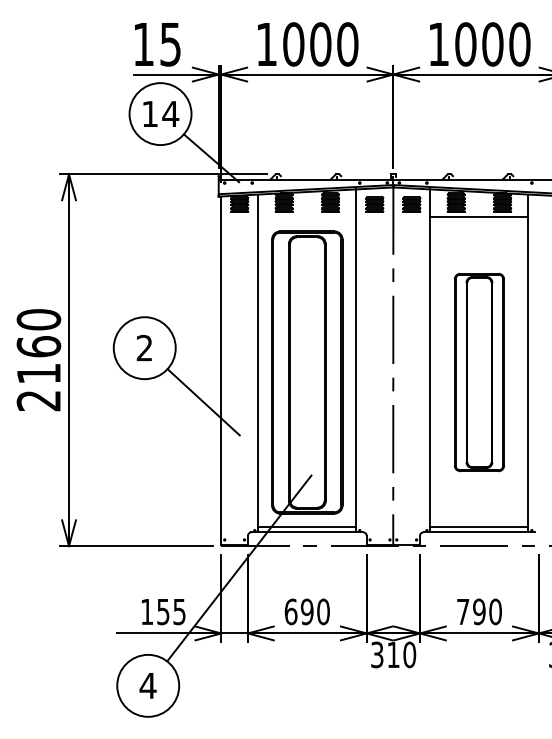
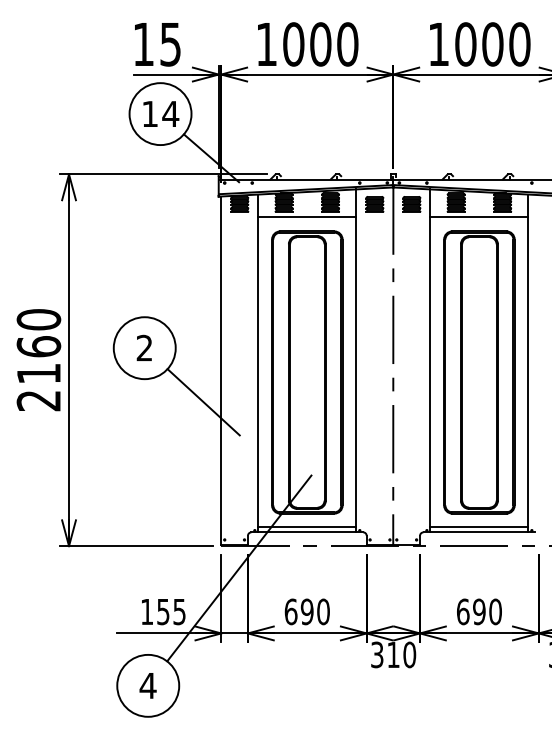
line at (307, 217): none -> present
part at (478, 372) size: 52x201 px -> 73x285 px
text at (463, 611): 790 -> 690
